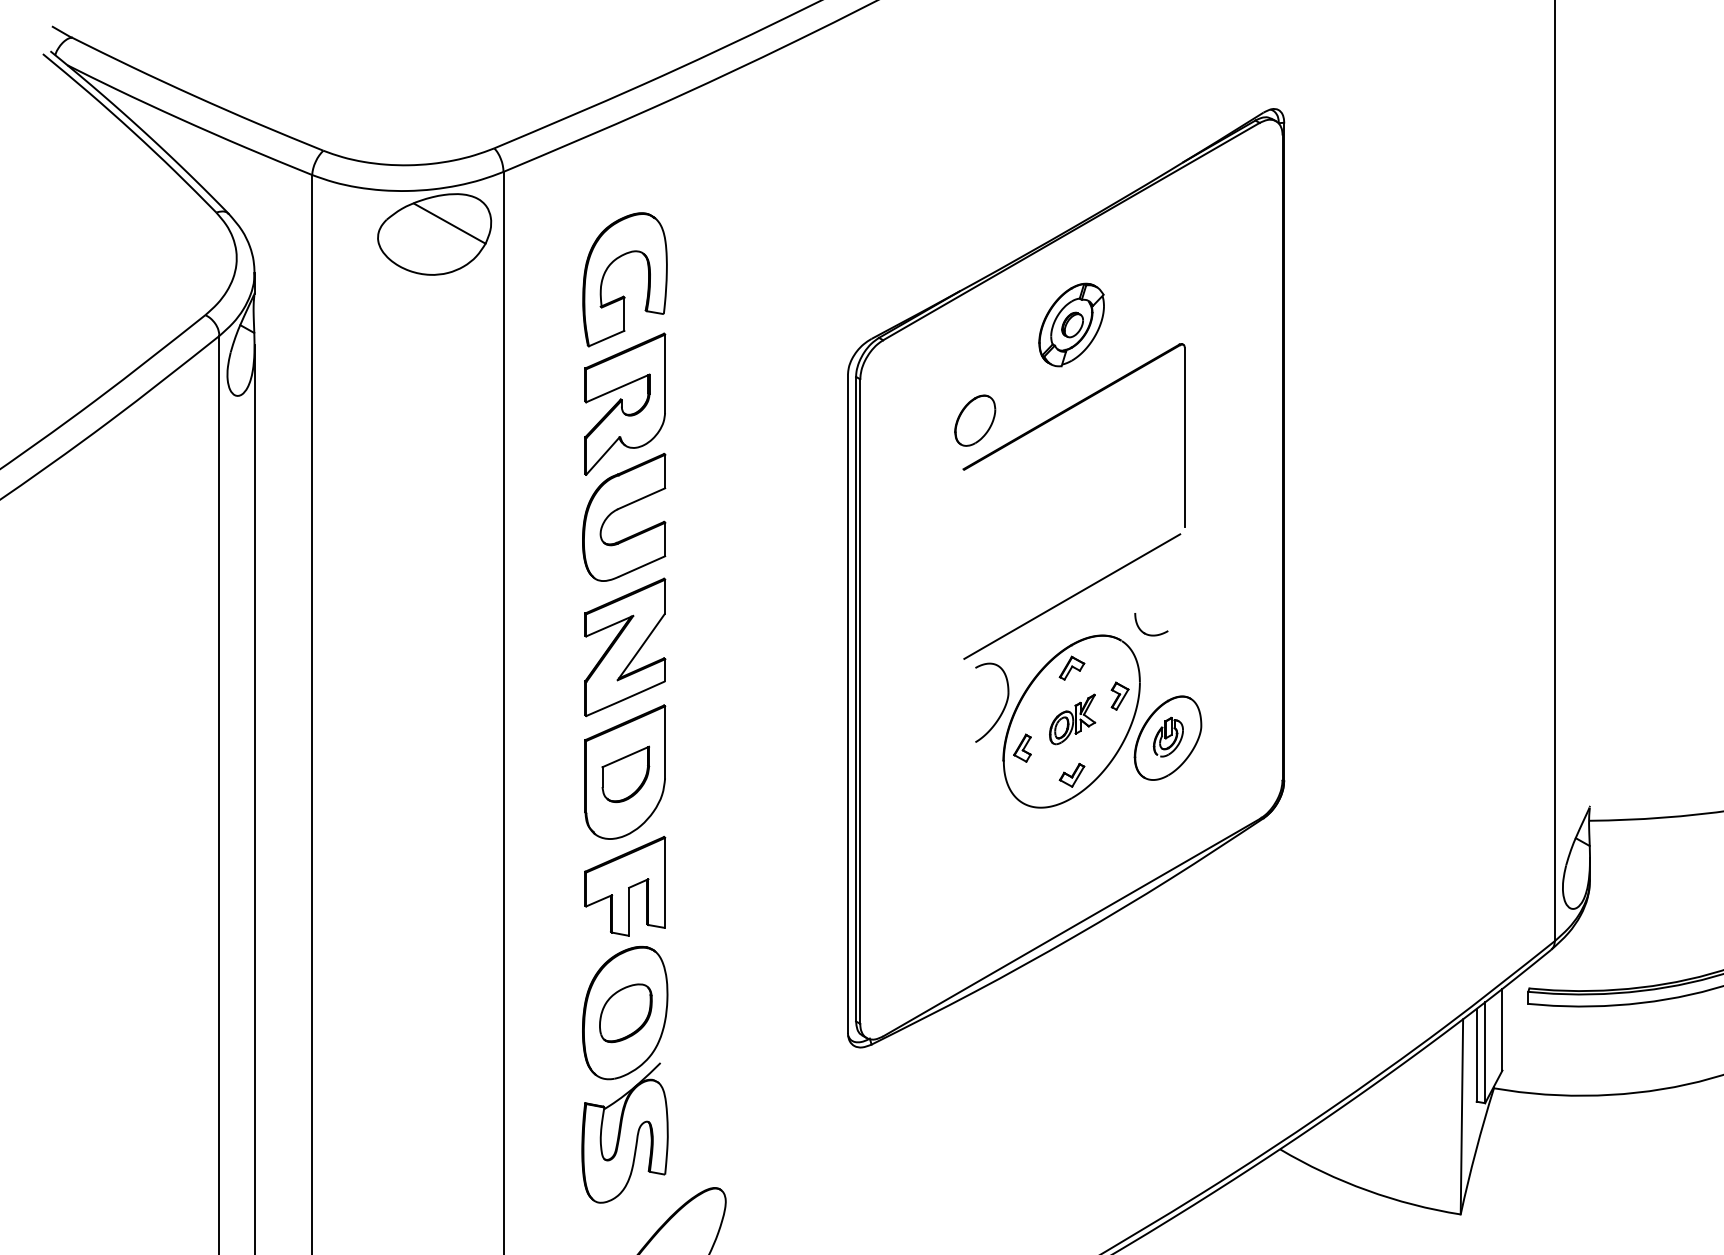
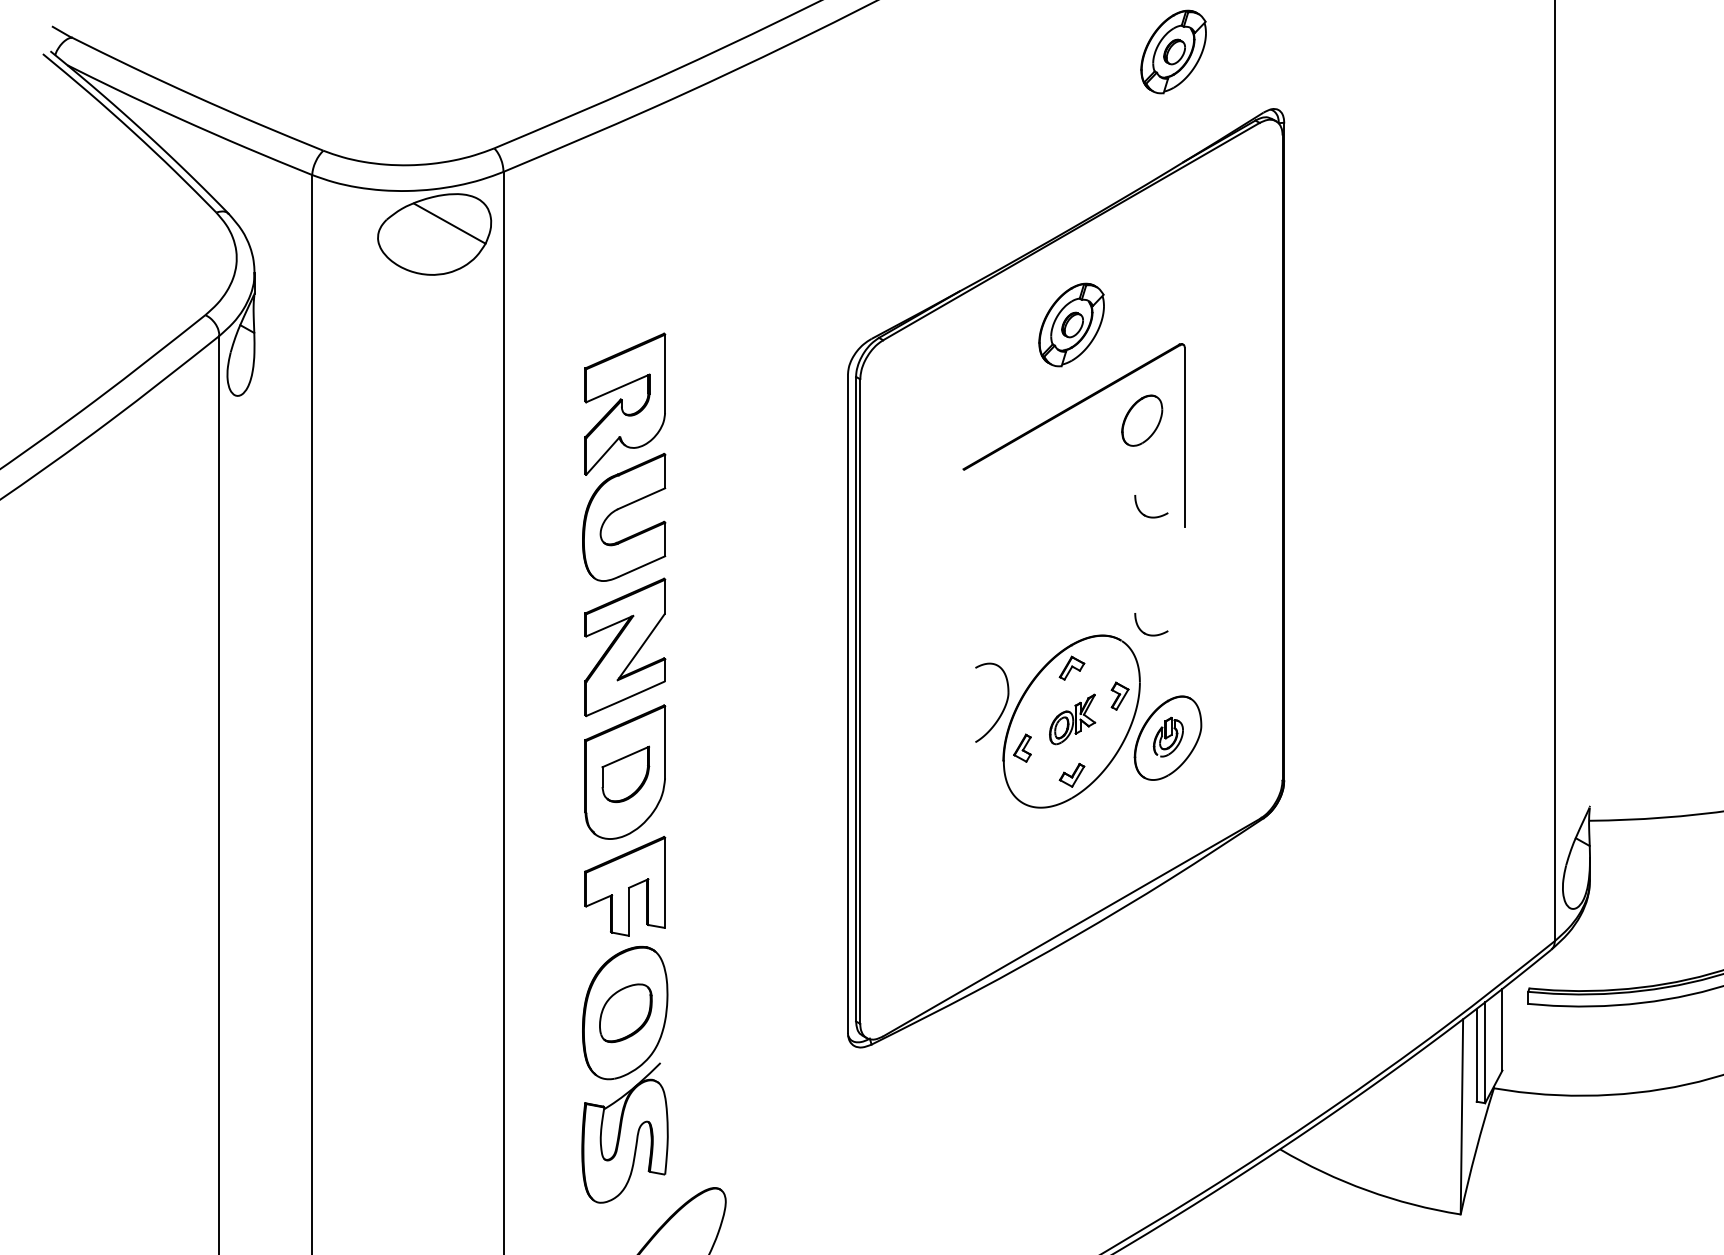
part at (1173, 51): none -> present
part at (623, 295): present -> none
part at (975, 420) position: (975, 420) -> (1142, 420)
part at (1147, 515): none -> present
line at (1072, 596): present -> none
line at (254, 797): present -> none
